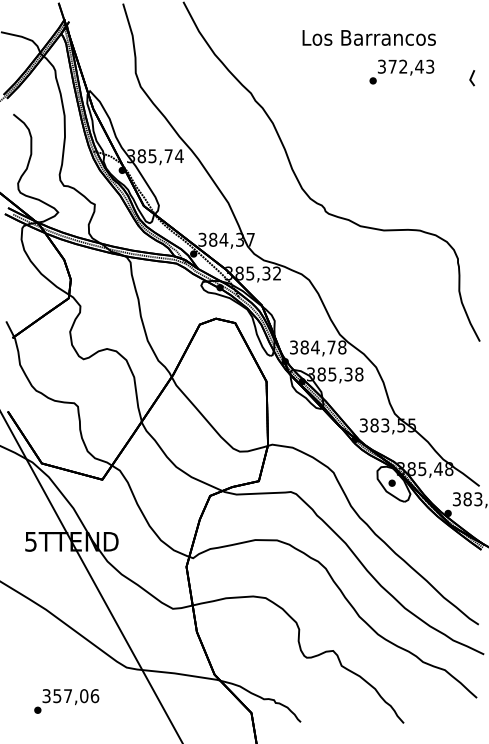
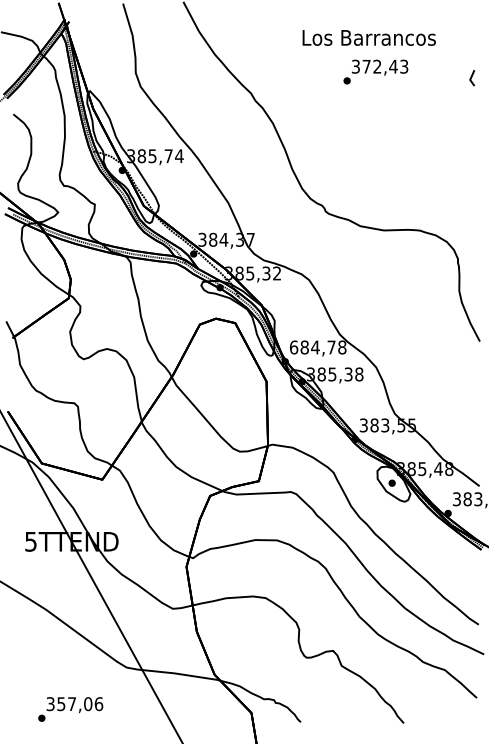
text at (401, 71) position: (401, 71) -> (375, 71)
text at (293, 347): 384,78 -> 684,78
text at (66, 701) position: (66, 701) -> (70, 709)
